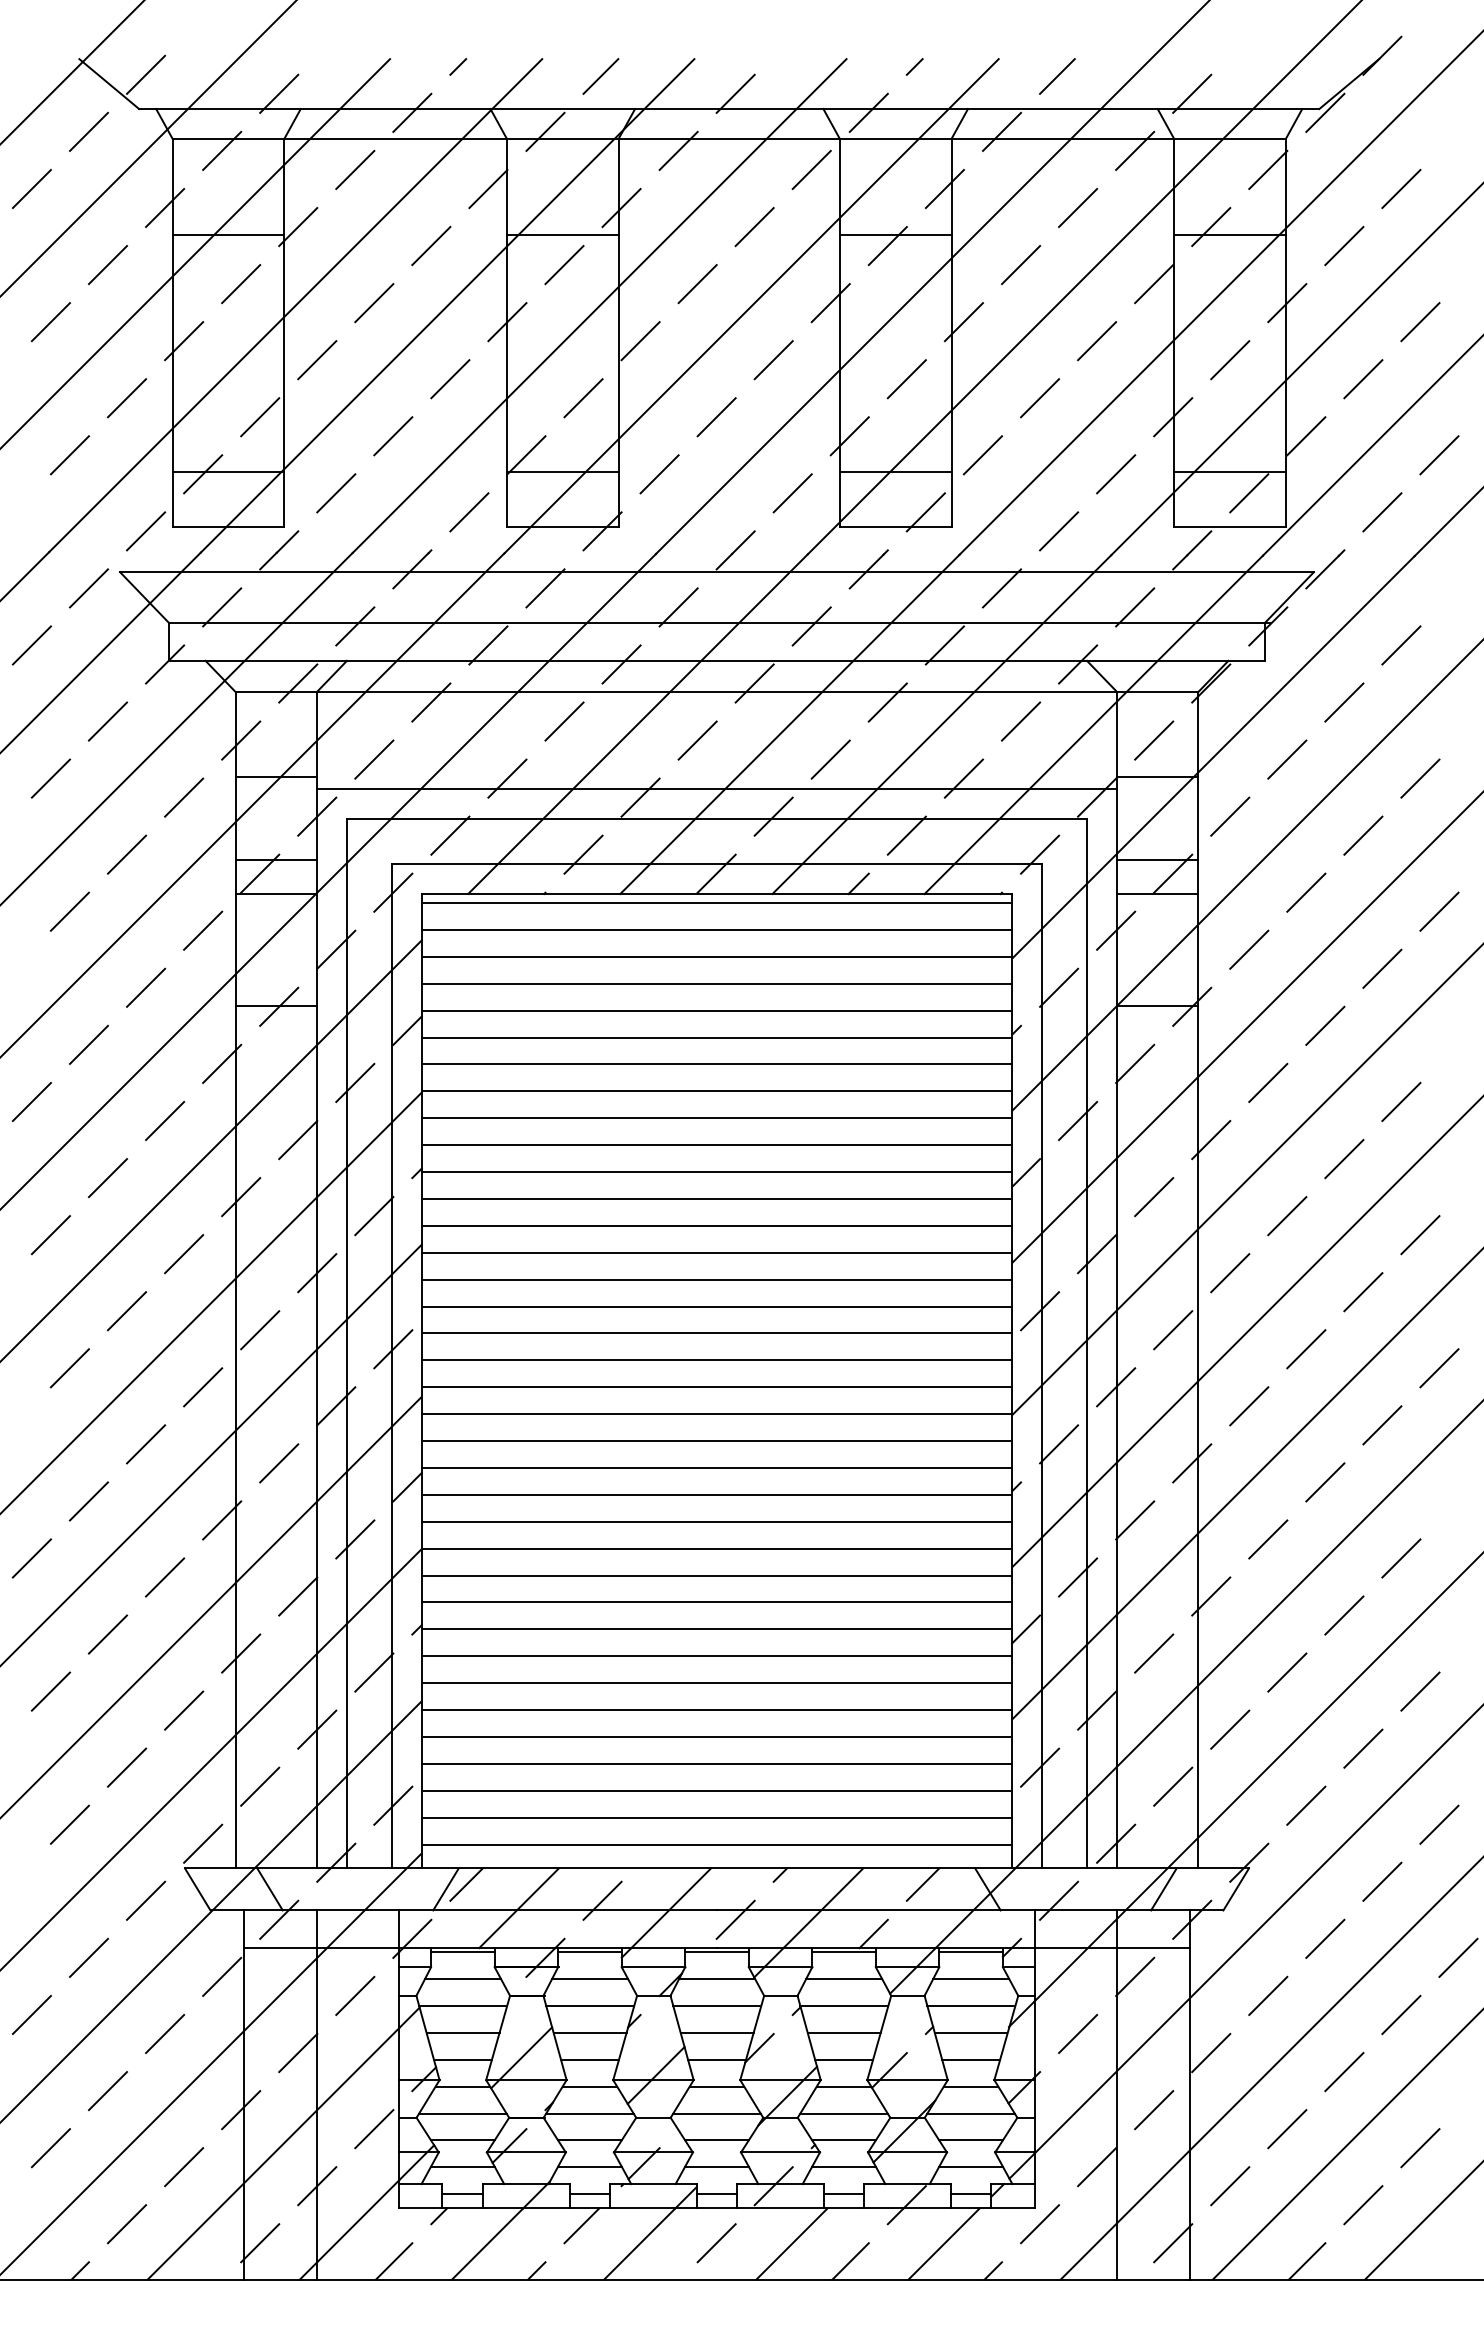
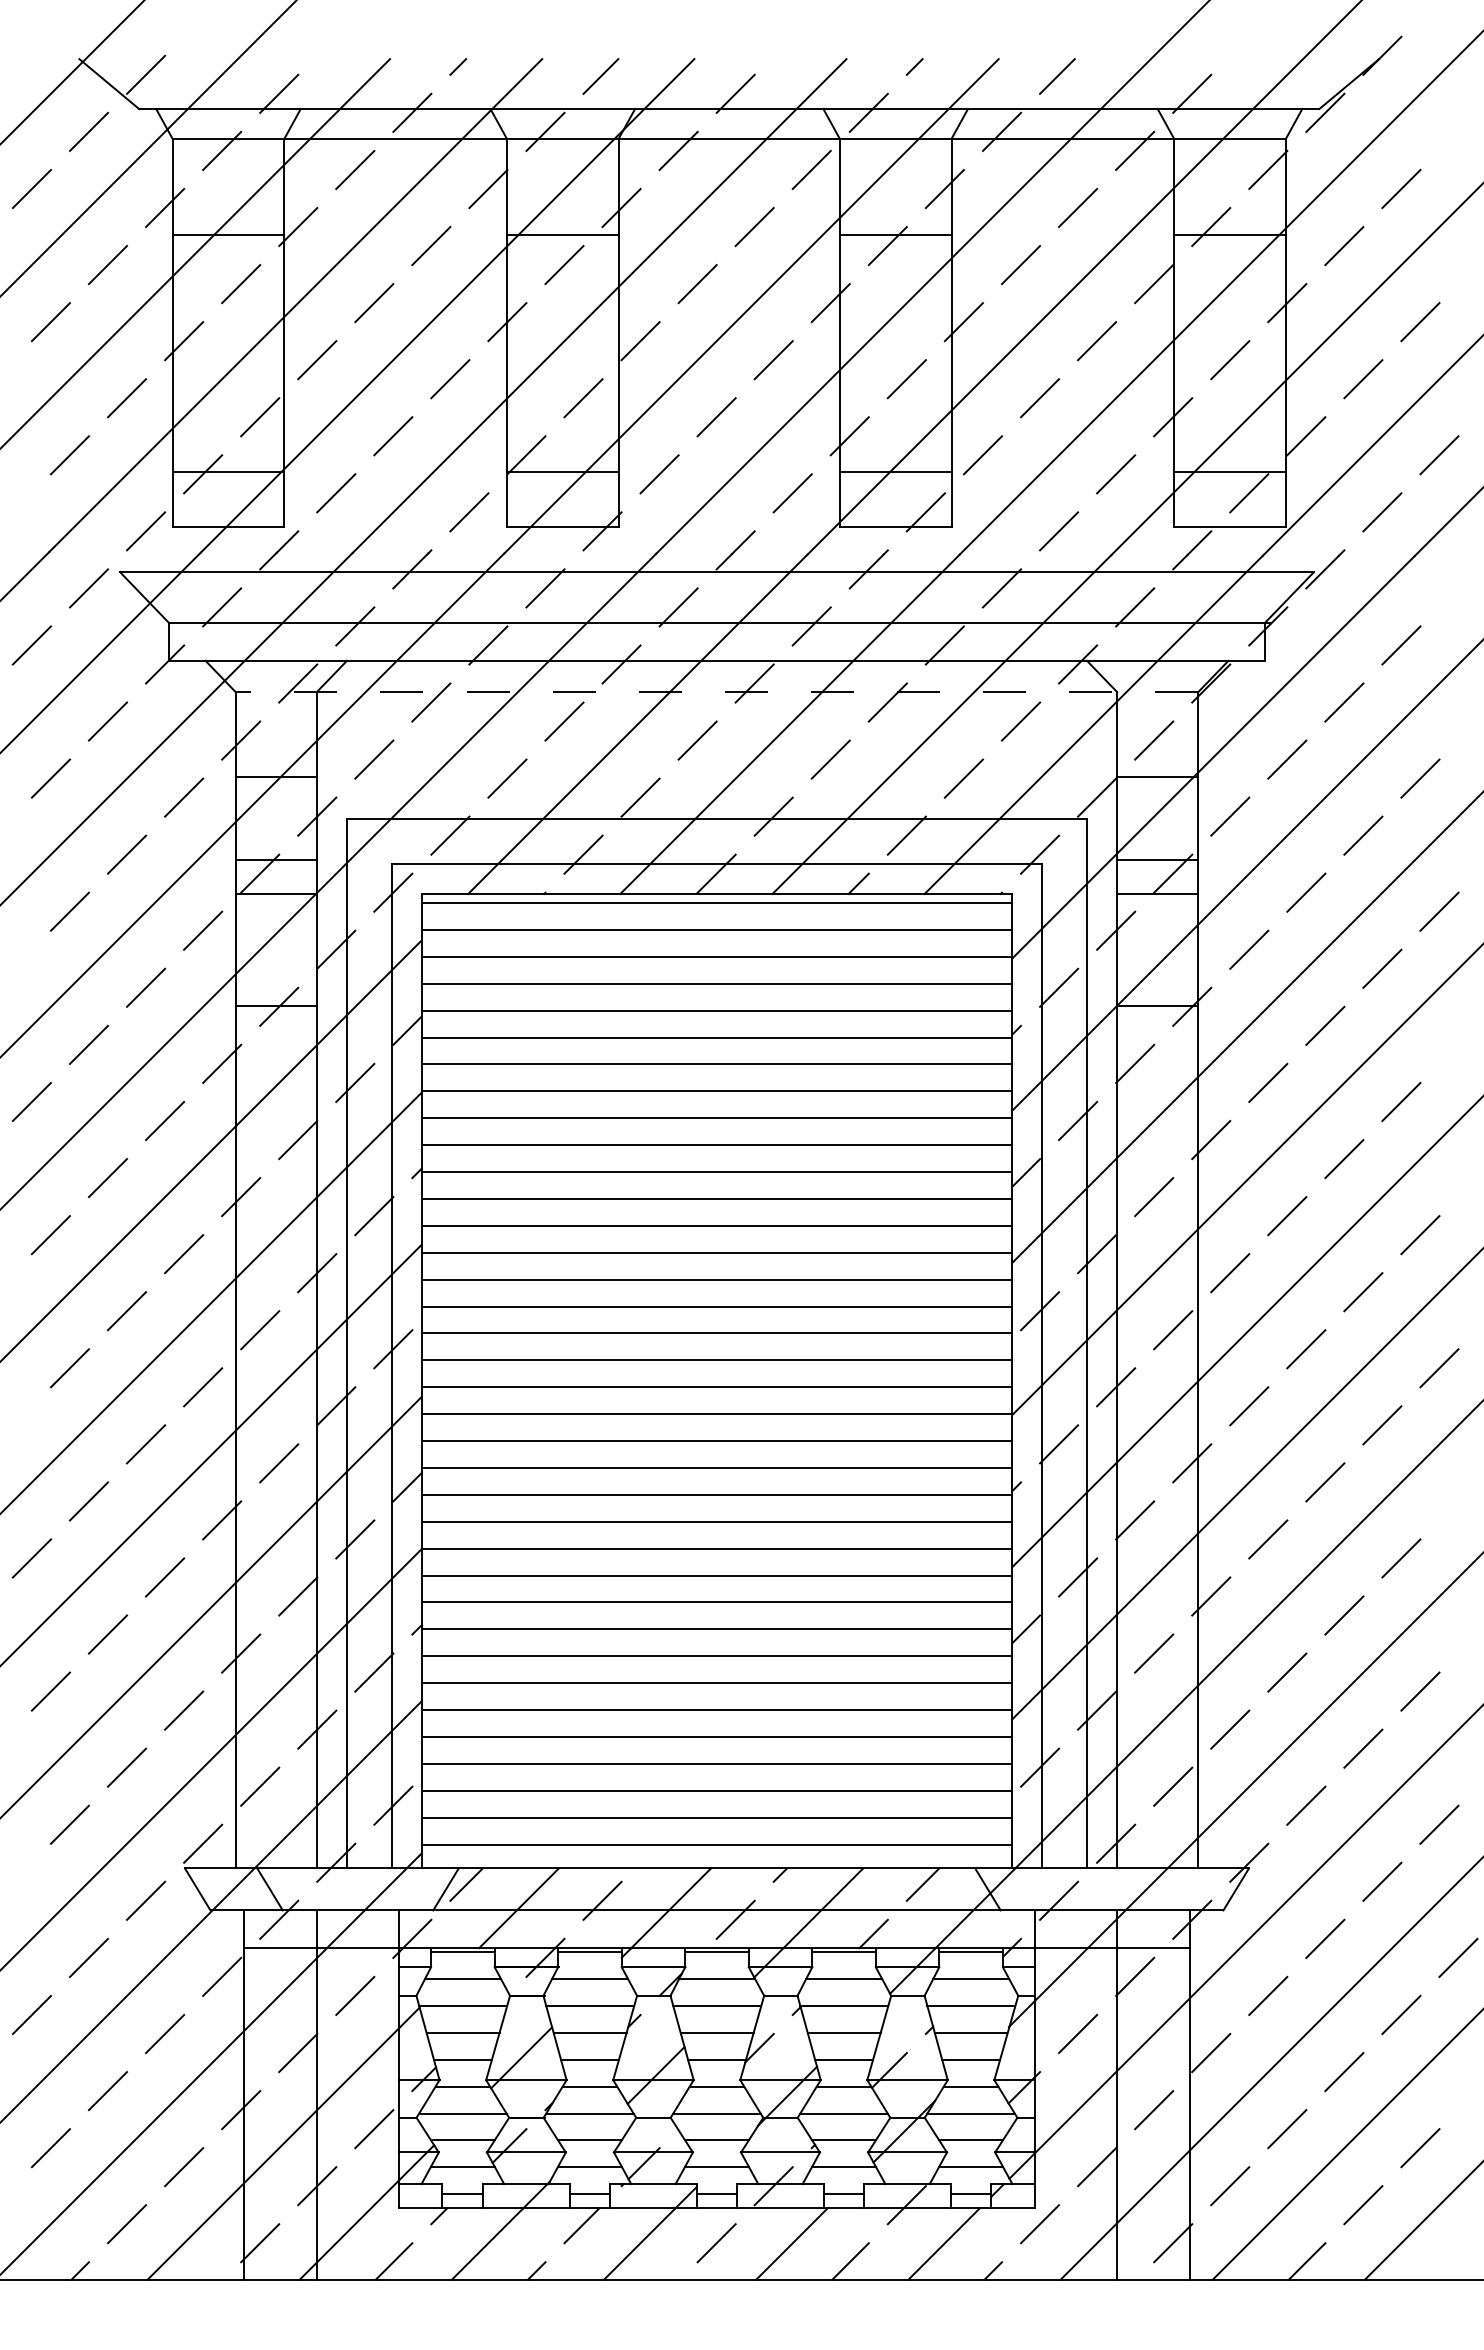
line at (716, 692): solid -> dashed
line at (716, 789): present -> none
line at (1163, 1889): present -> none
